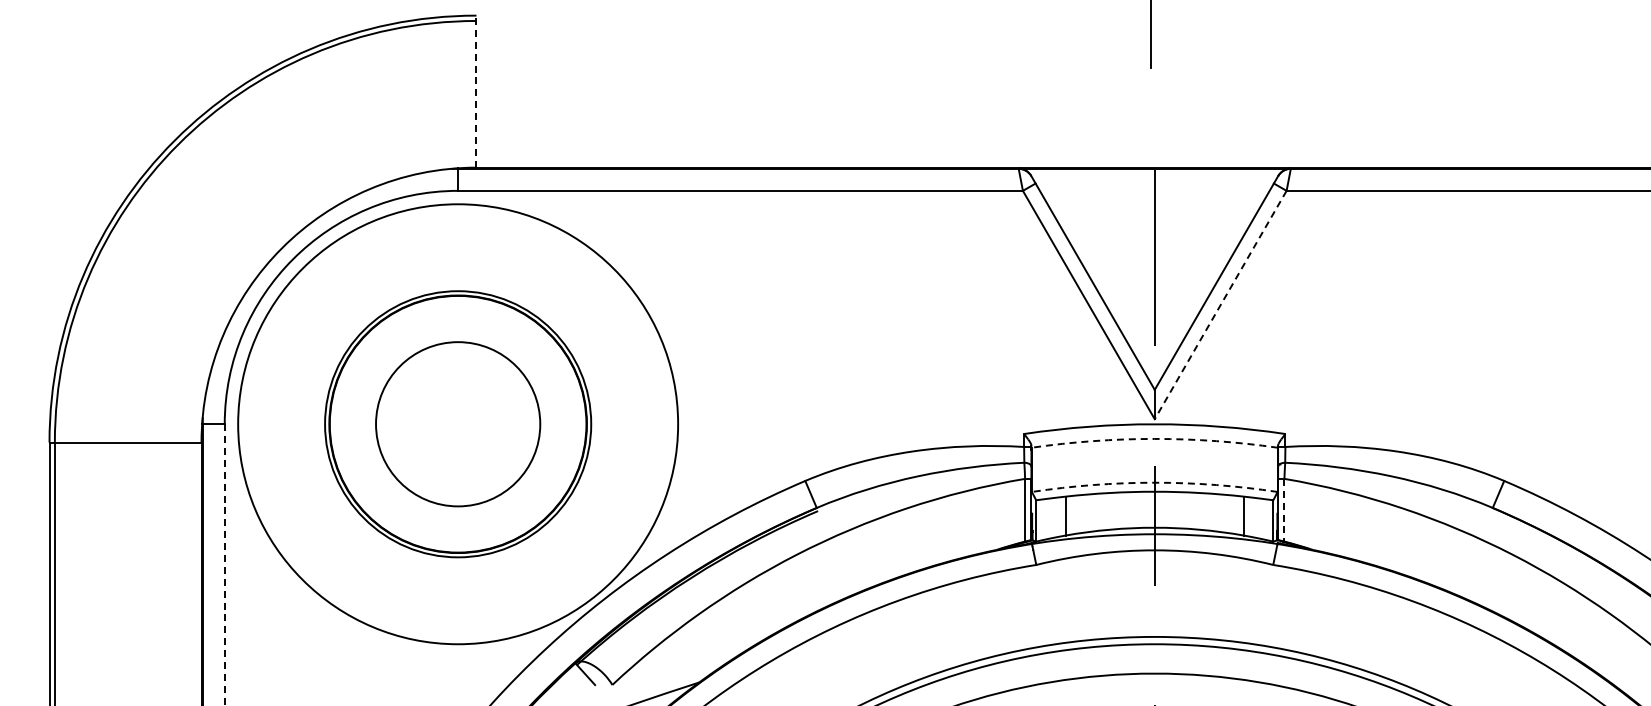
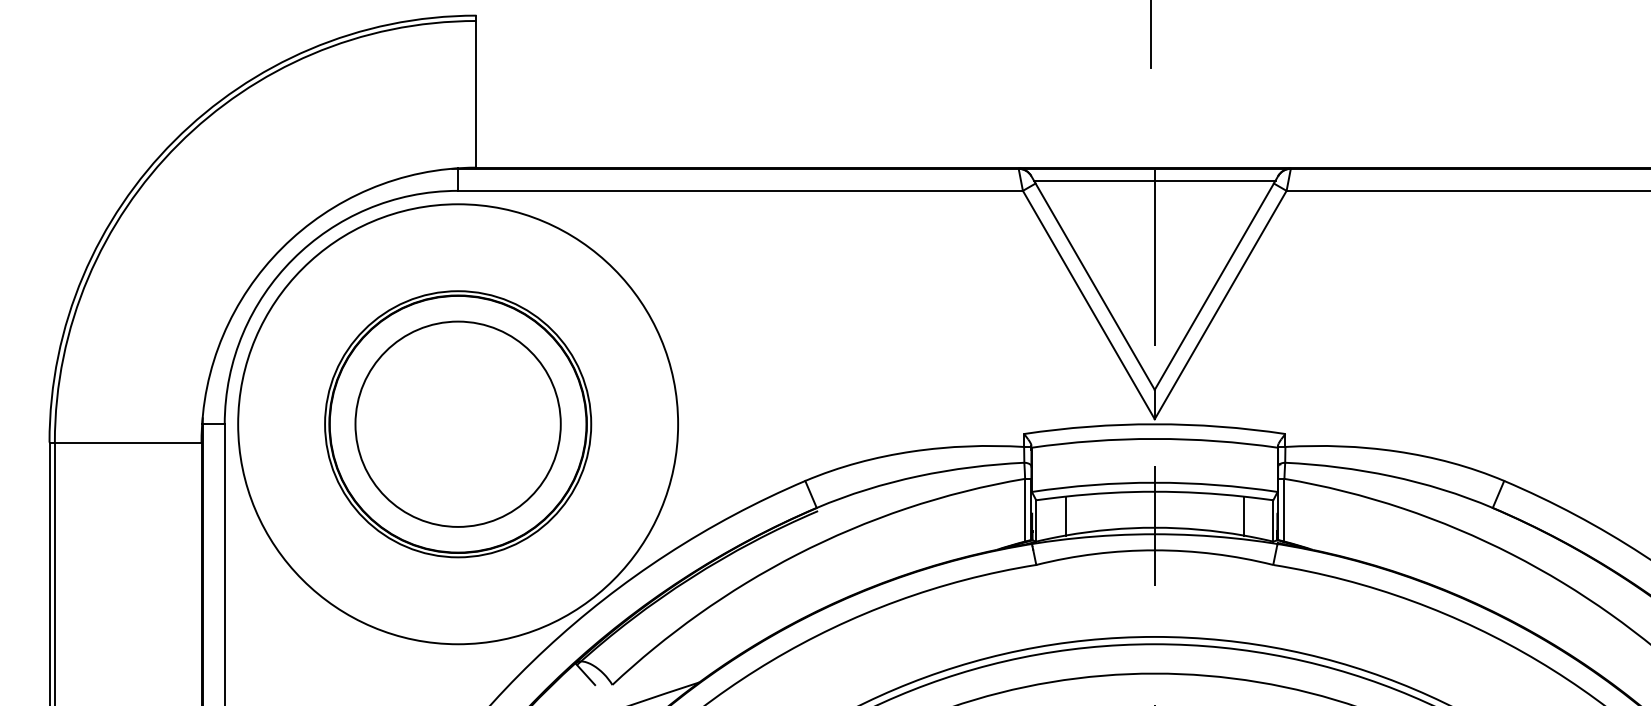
line at (476, 91): dashed -> solid
line at (1154, 180): none -> present
line at (1220, 305): dashed -> solid
circle at (458, 424) diameter: 164 px -> 205 px
arc at (1154, 438): dashed -> solid
arc at (1154, 482): dashed -> solid
line at (1284, 510): dashed -> solid
line at (224, 565): dashed -> solid
